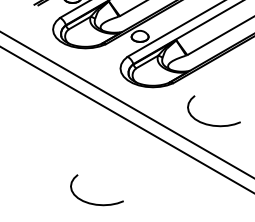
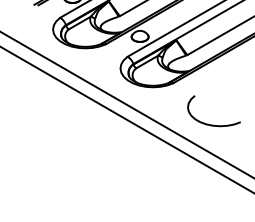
curve at (91, 202): present -> none
